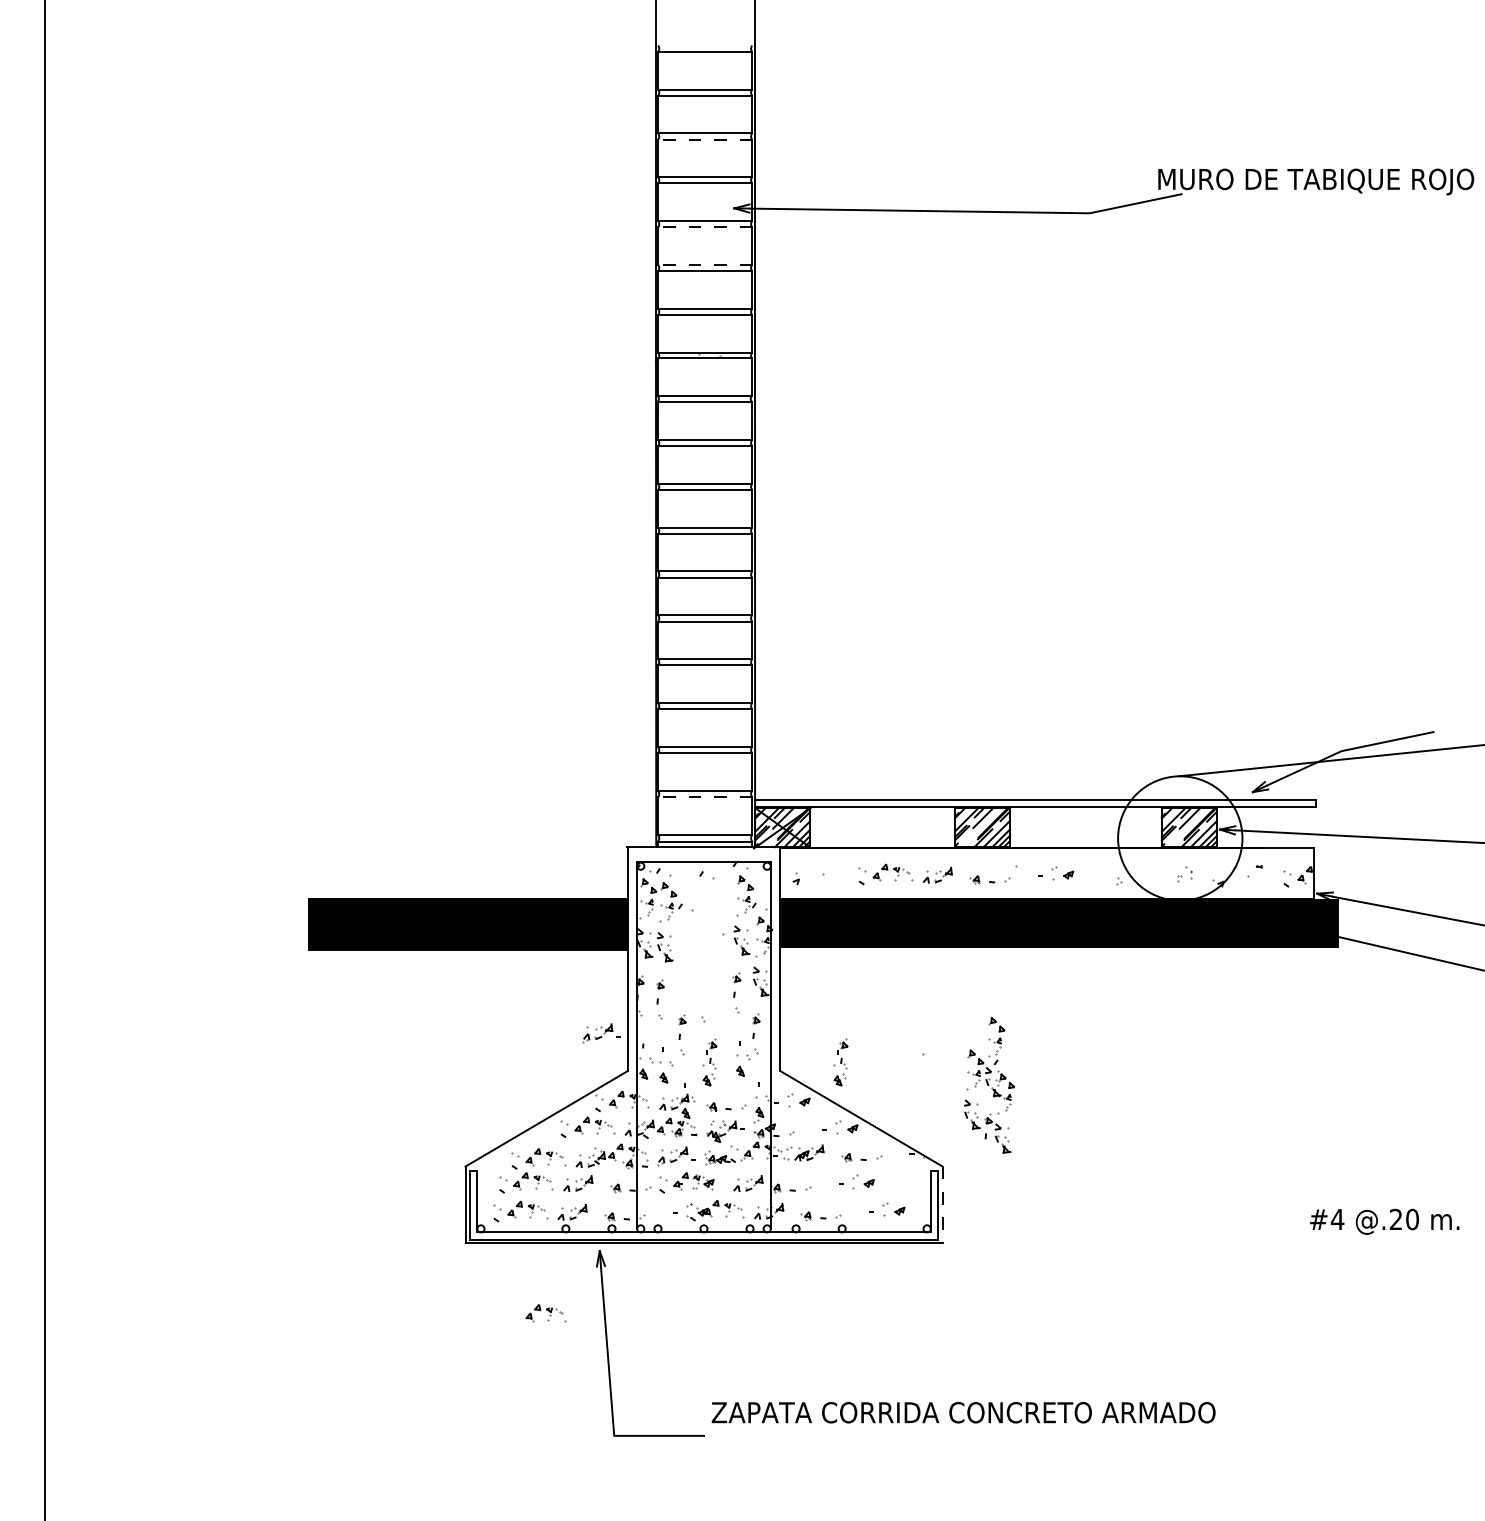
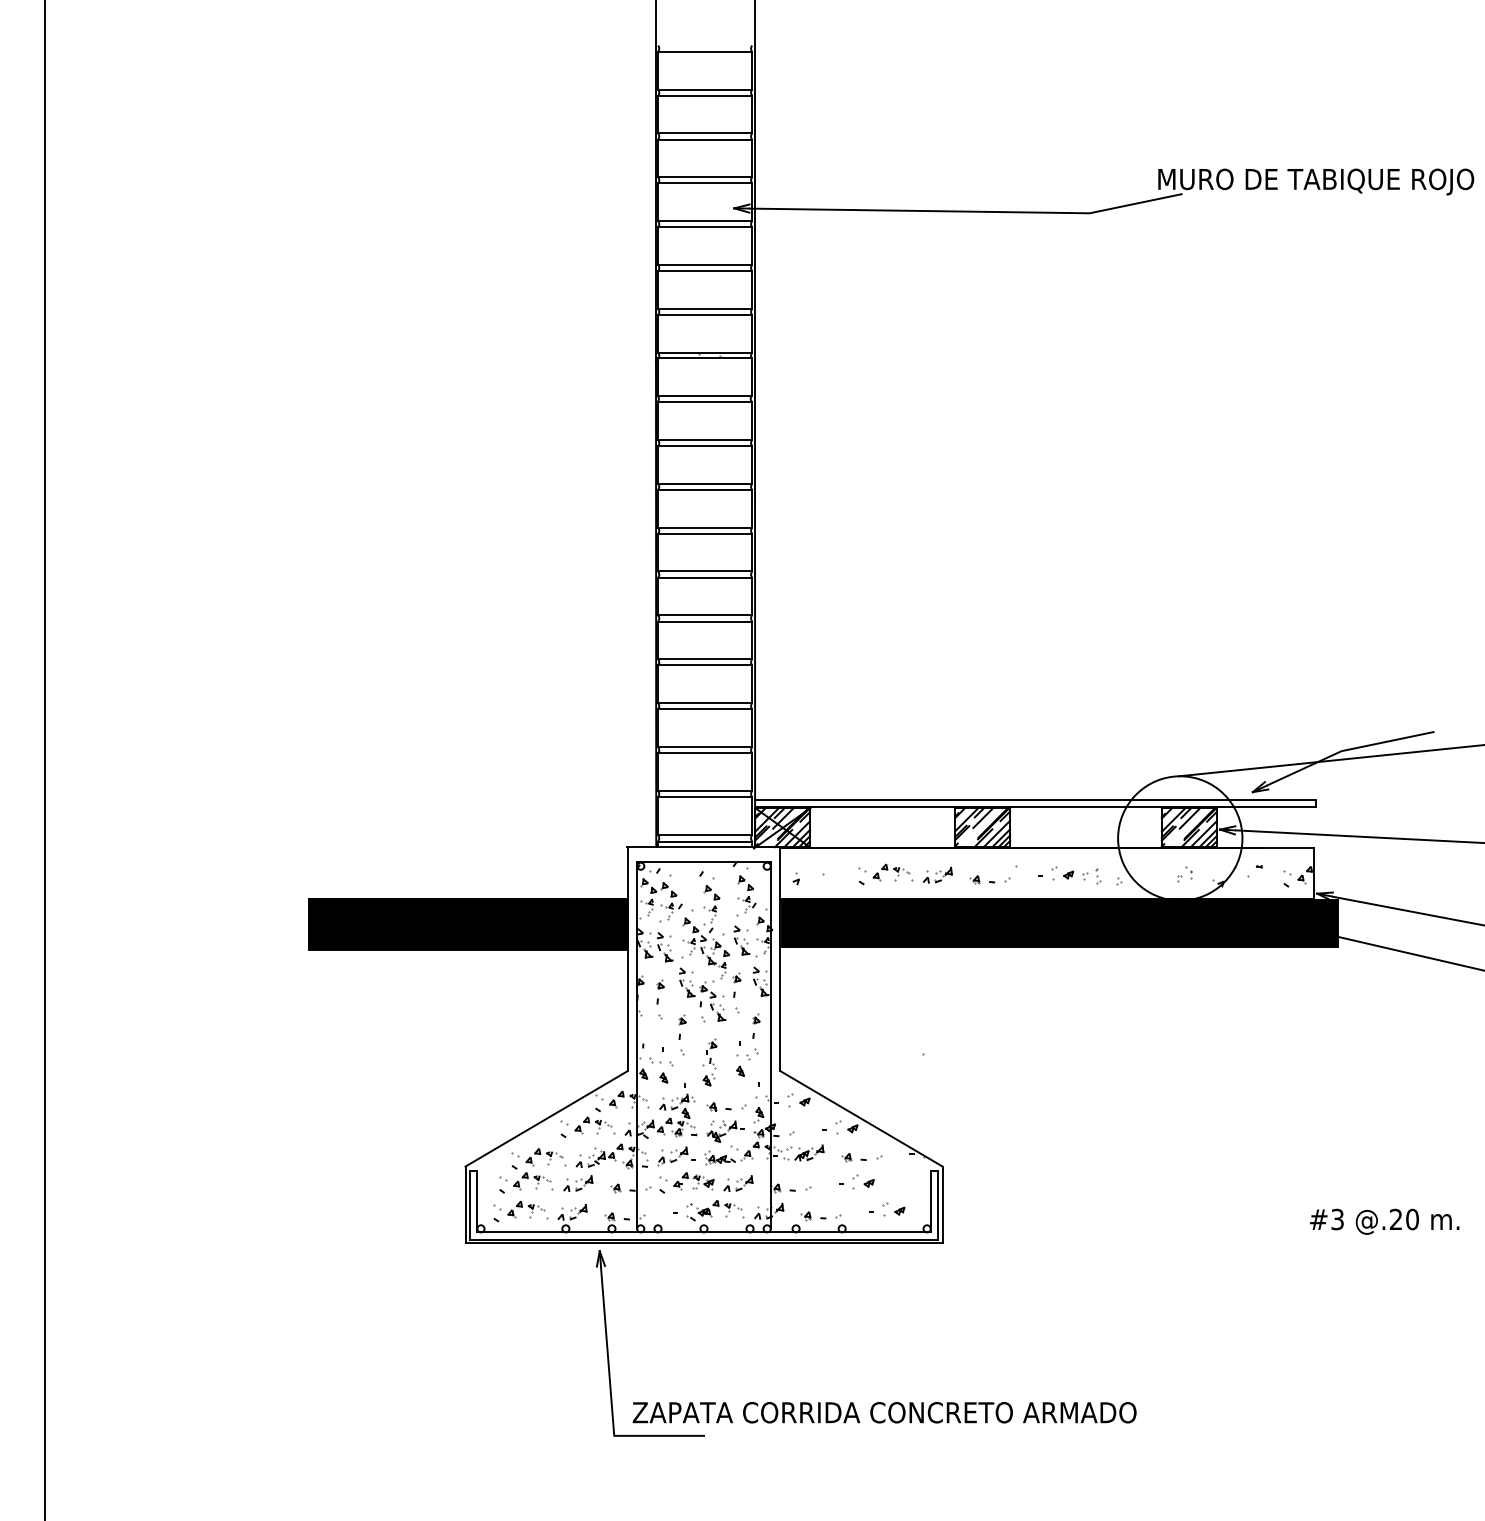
line at (704, 139): dashed -> solid
line at (704, 227): dashed -> solid
line at (704, 265): dashed -> solid
line at (704, 797): dashed -> solid
part at (1091, 876): none -> present
part at (601, 1033): present -> none
part at (840, 1062): present -> none
part at (989, 1085) position: (989, 1085) -> (704, 953)
part at (748, 1183) position: (748, 1183) -> (738, 1183)
line at (942, 1205): dashed -> solid
text at (1337, 1219): #4 -> #3
part at (545, 1313): present -> none
text at (963, 1412) position: (963, 1412) -> (884, 1412)
